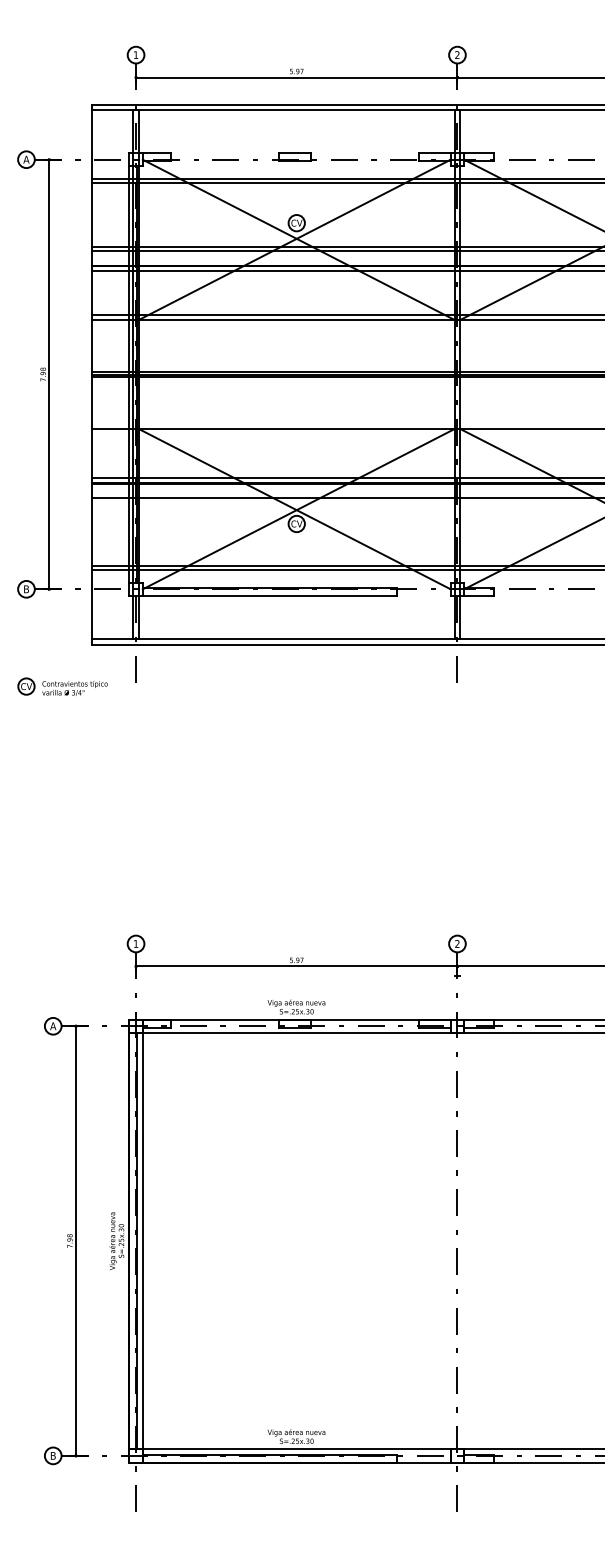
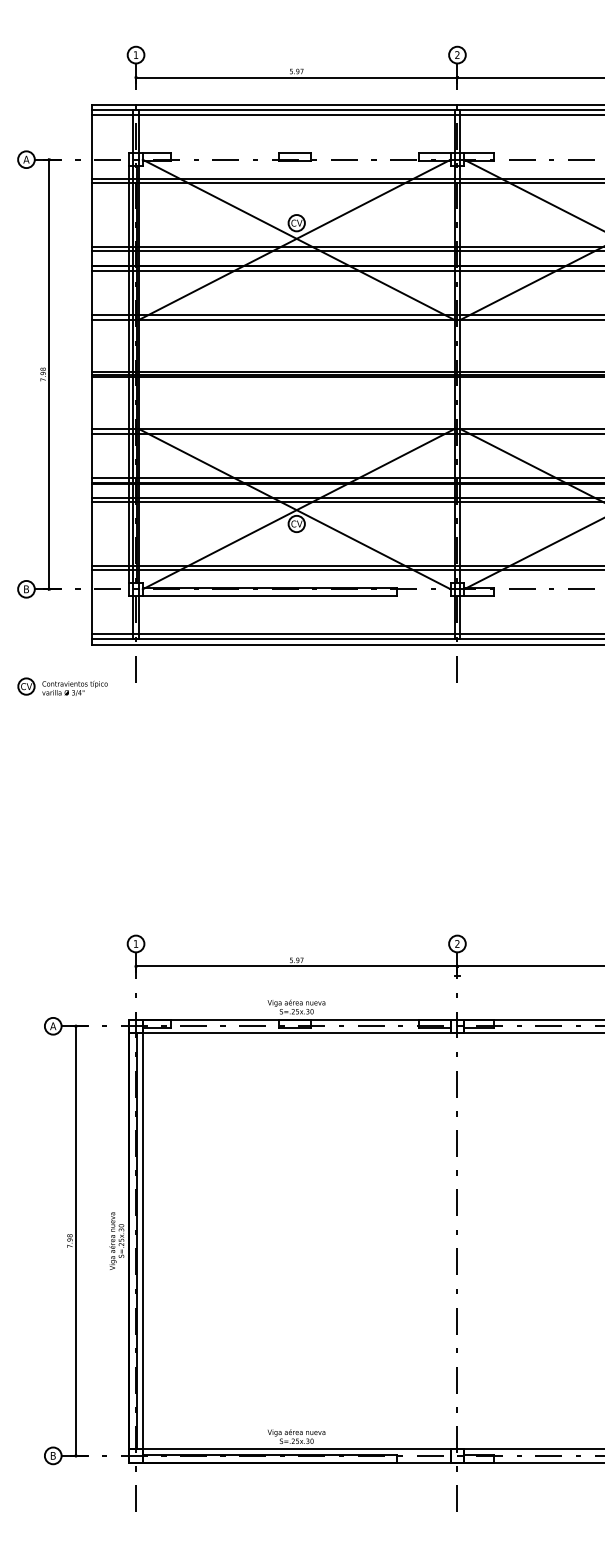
line at (346, 114): none -> present
line at (346, 433): none -> present
line at (346, 502): none -> present
line at (346, 634): none -> present
